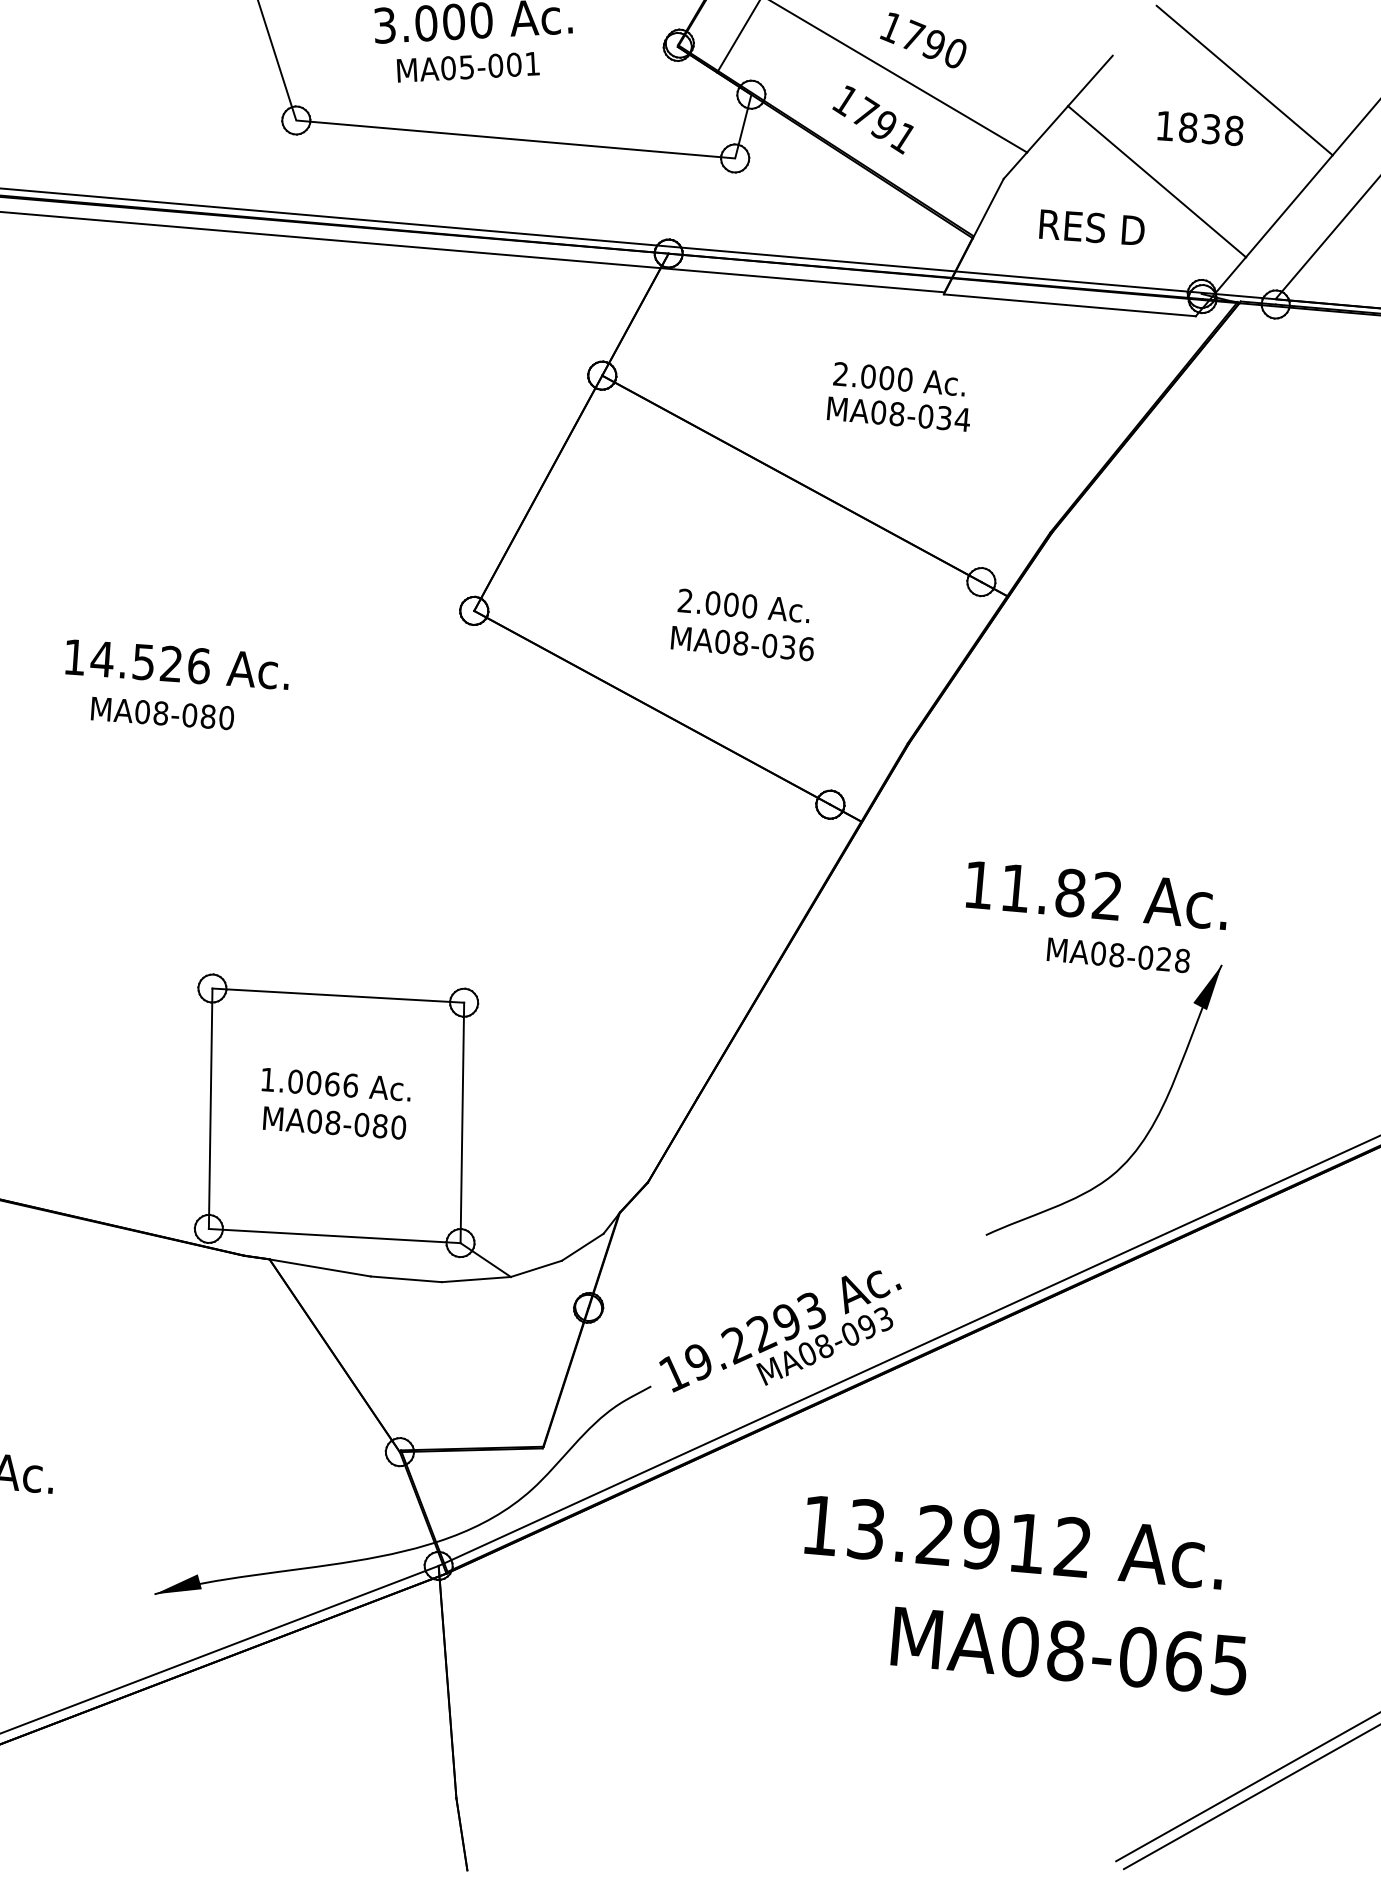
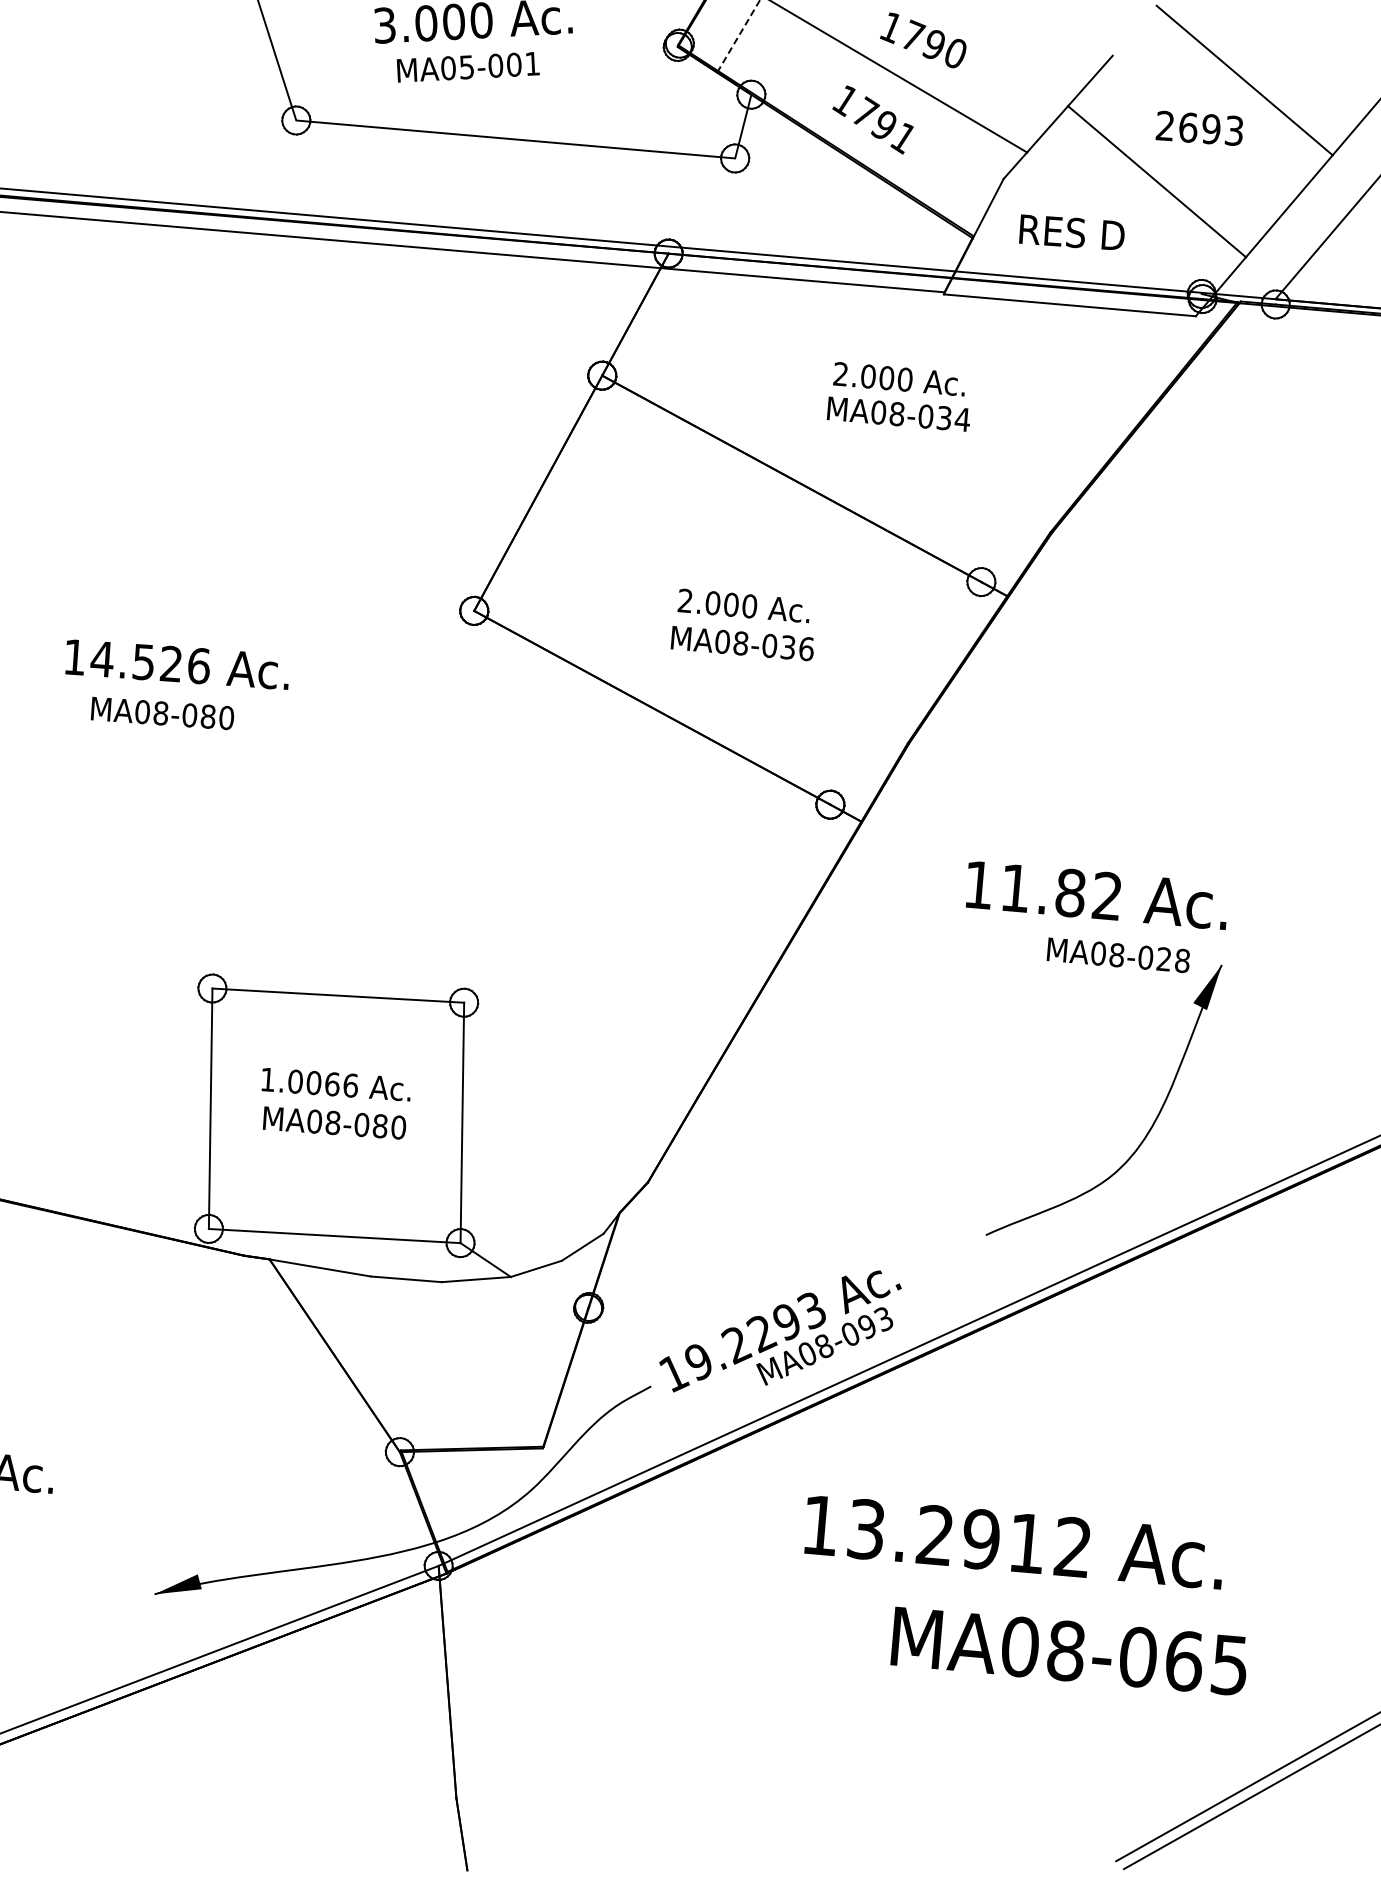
line at (738, 36): solid -> dashed
text at (1199, 128): 1838 -> 2693
text at (1091, 226) position: (1091, 226) -> (1071, 231)
